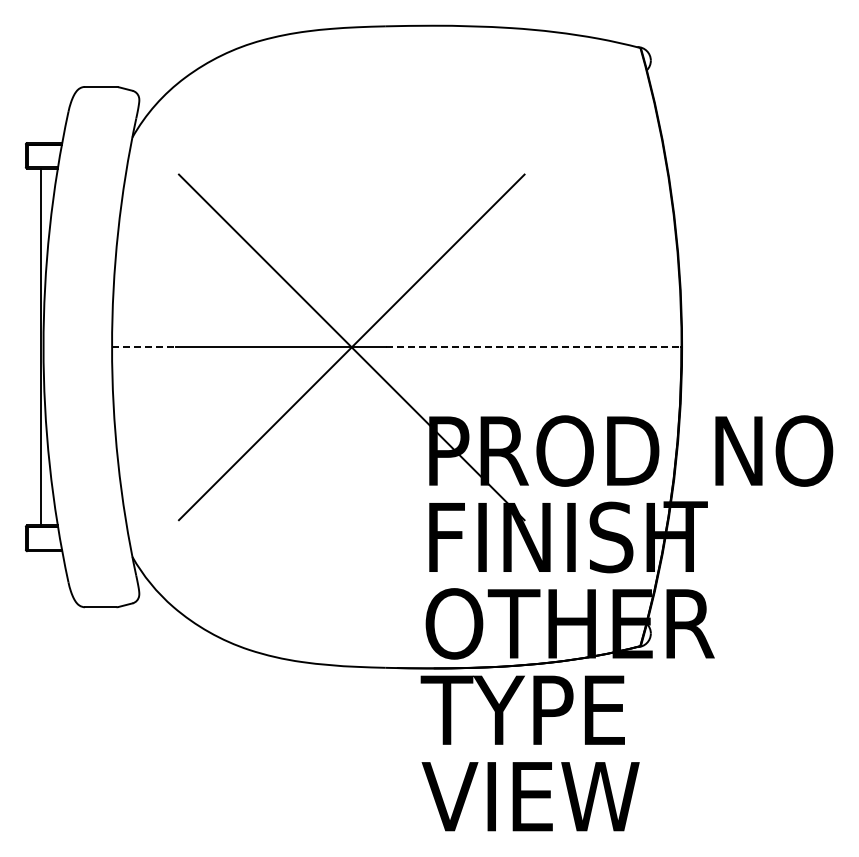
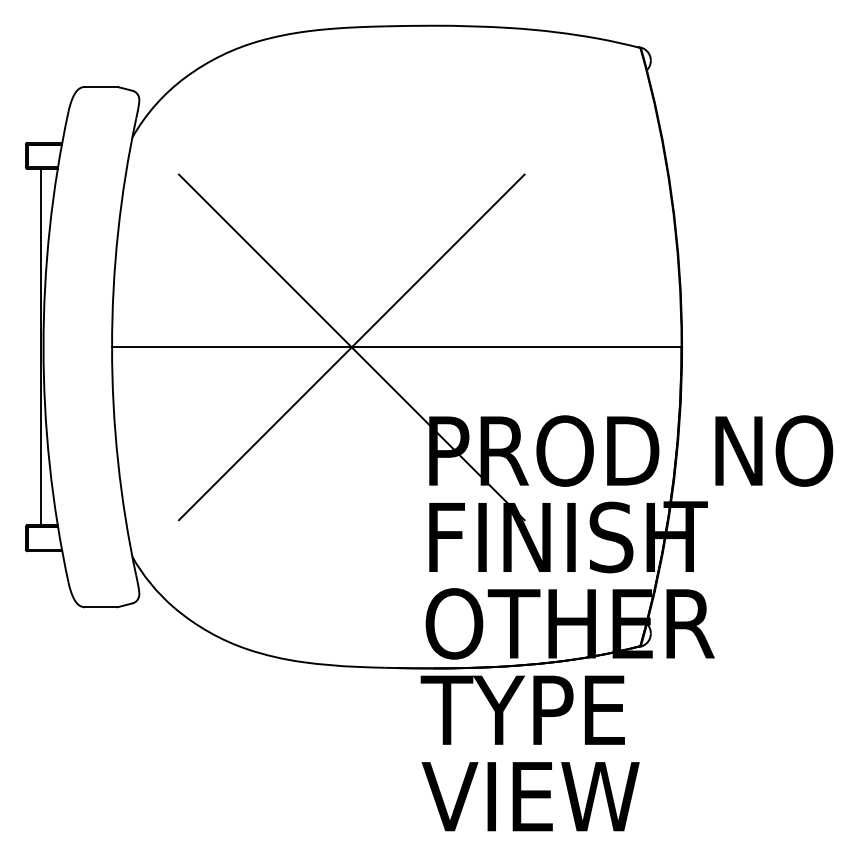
line at (143, 347): dashed -> solid
line at (533, 347): dashed -> solid
